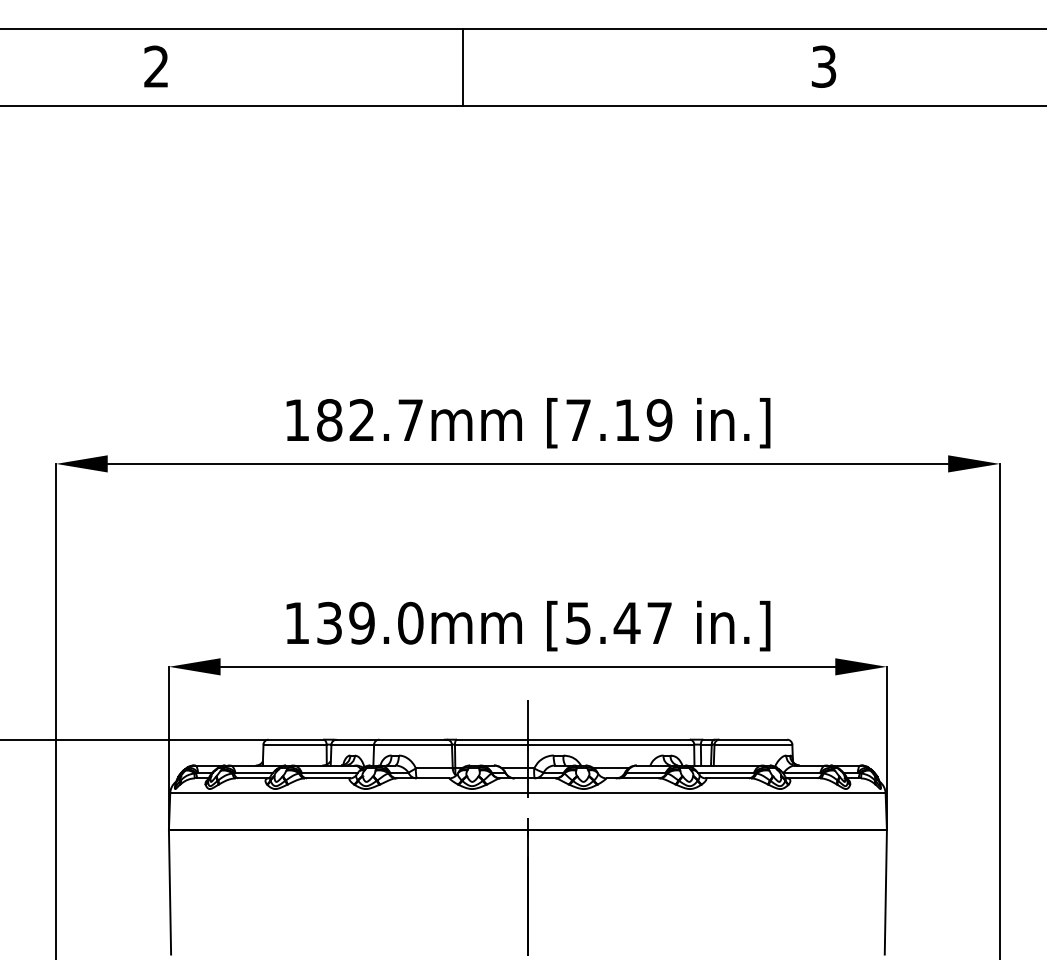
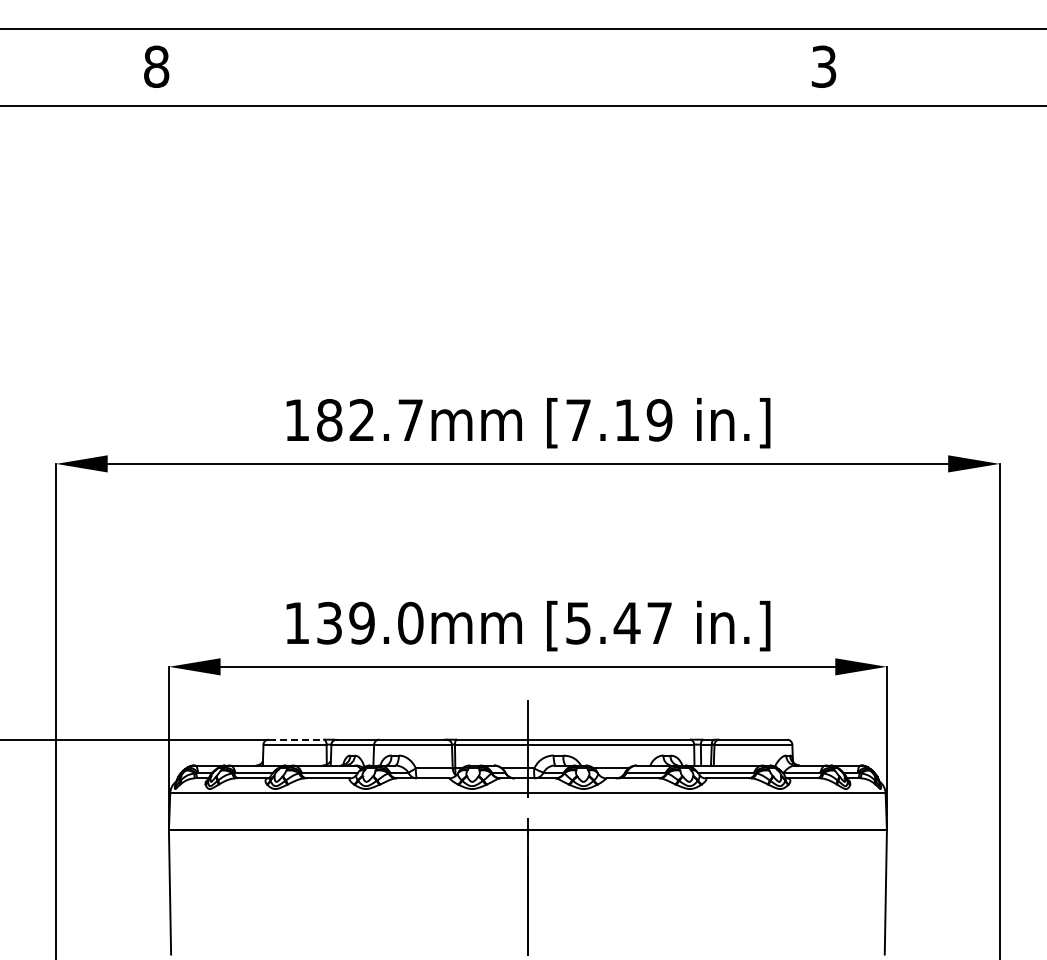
text at (156, 66): 2 -> 8
line at (462, 67): present -> none
line at (296, 739): solid -> dashed
